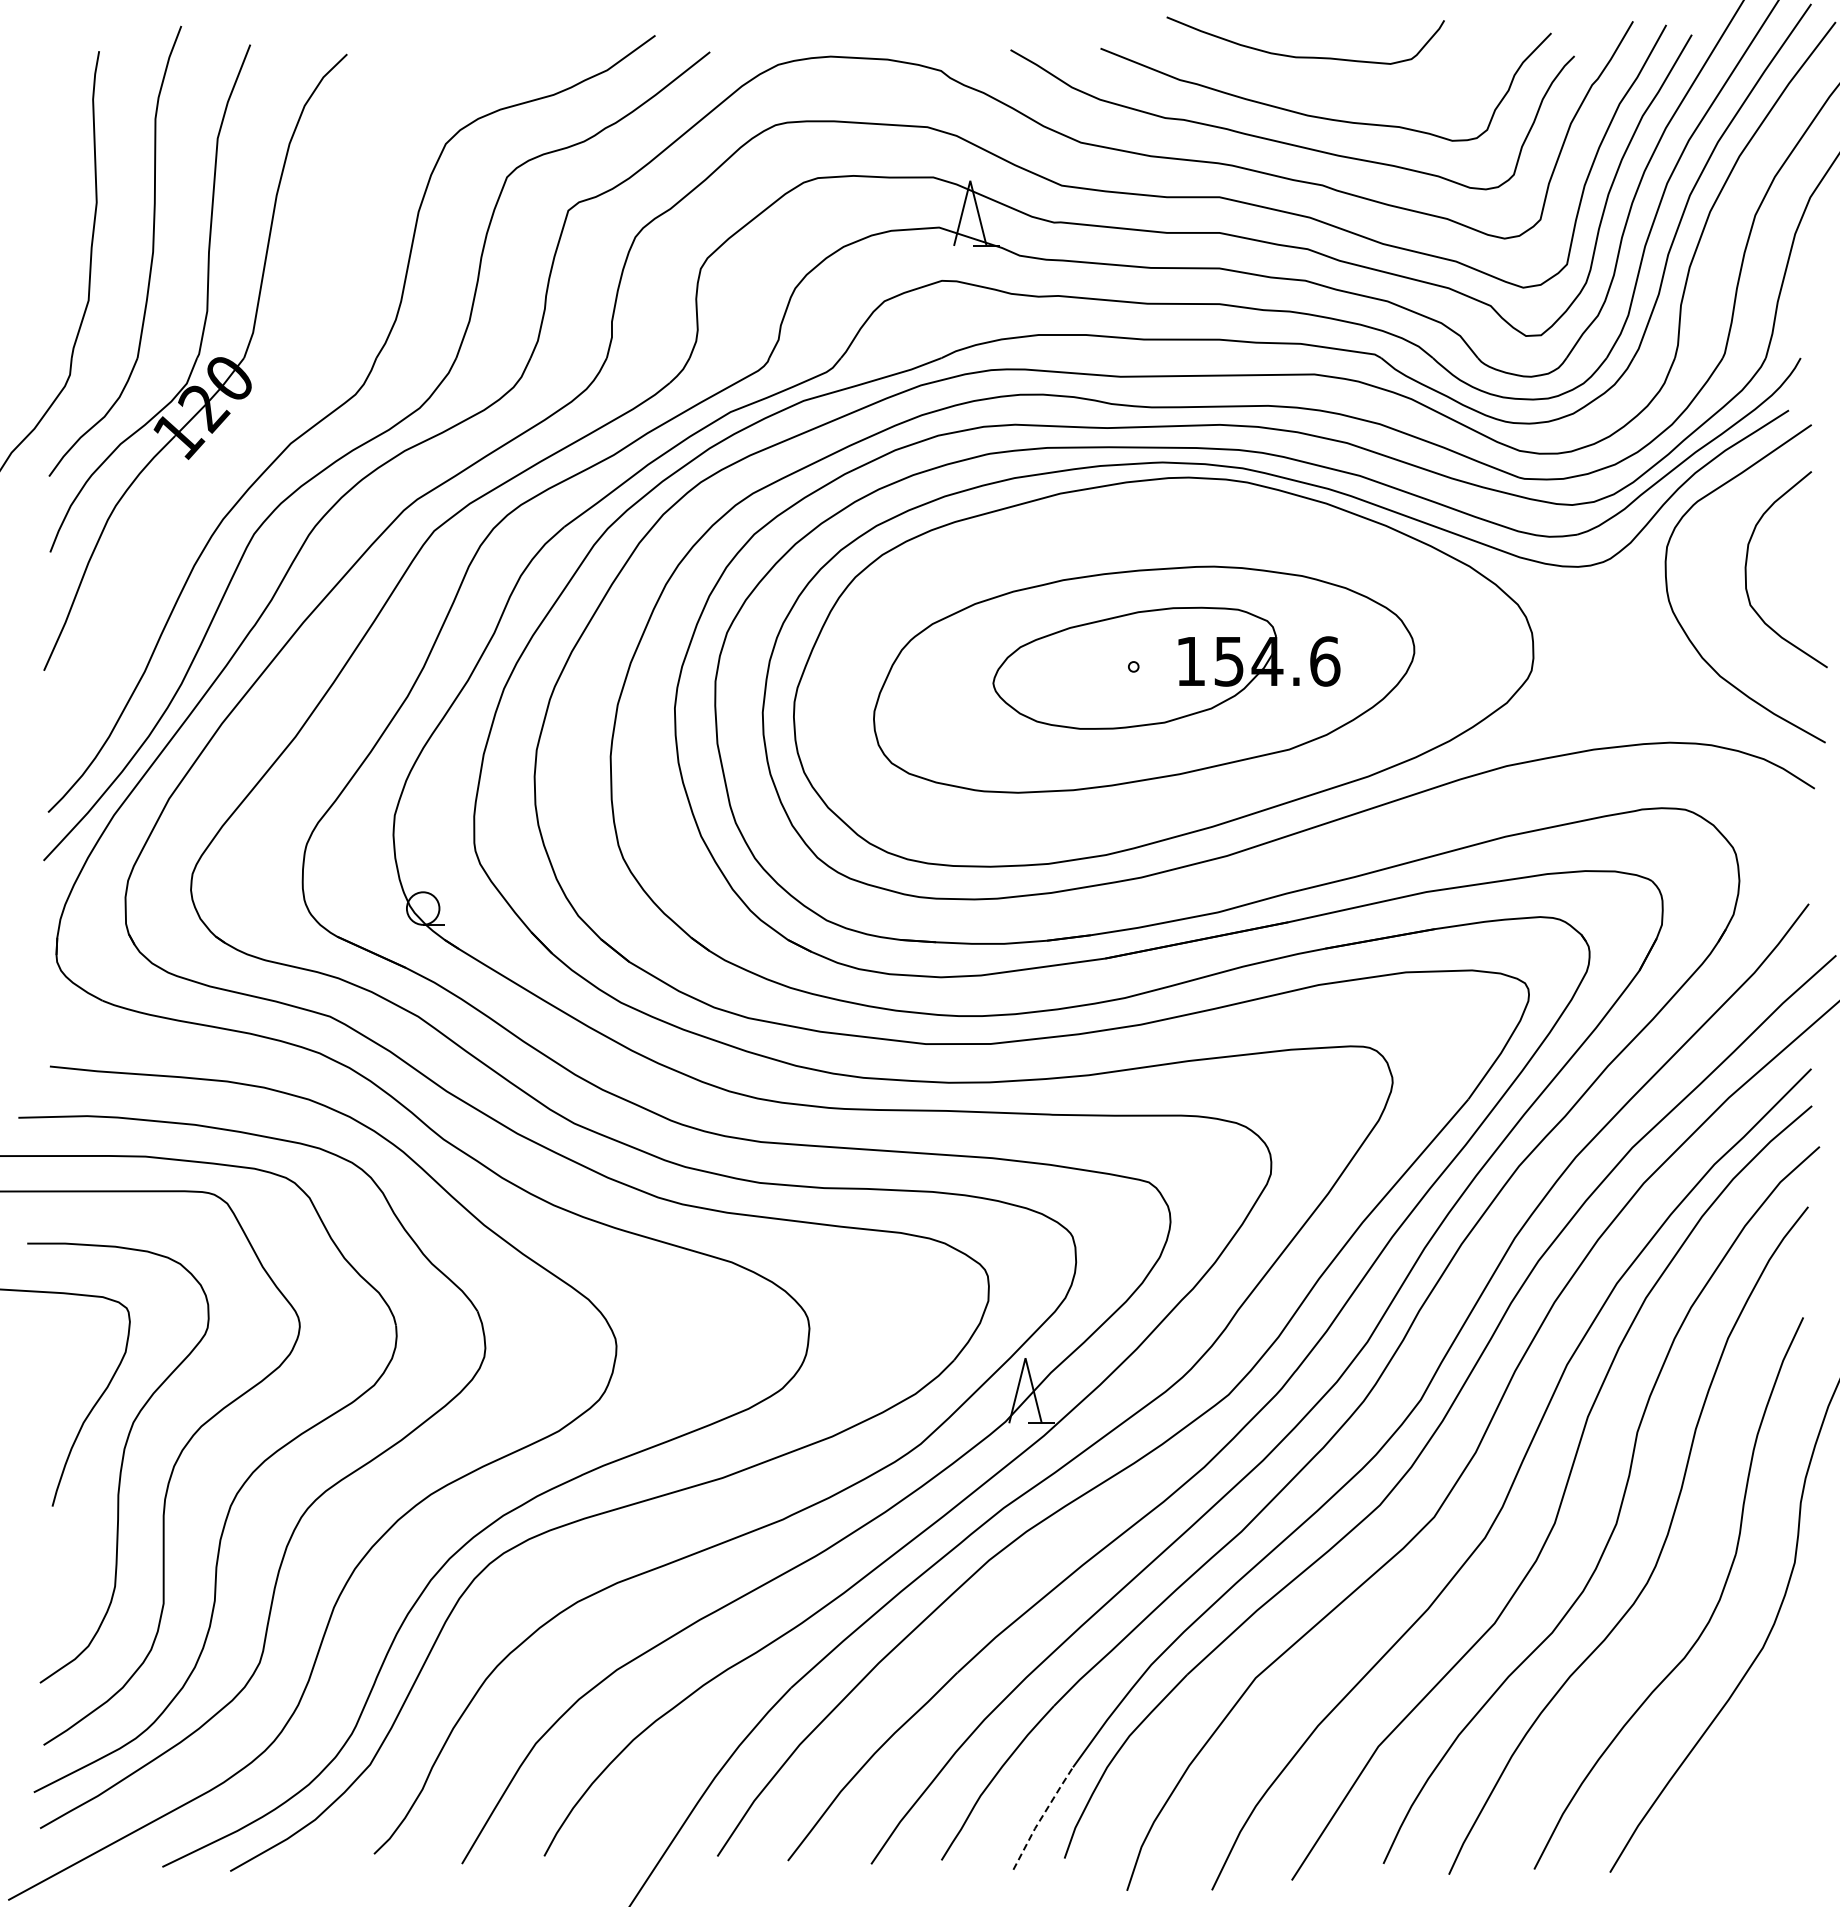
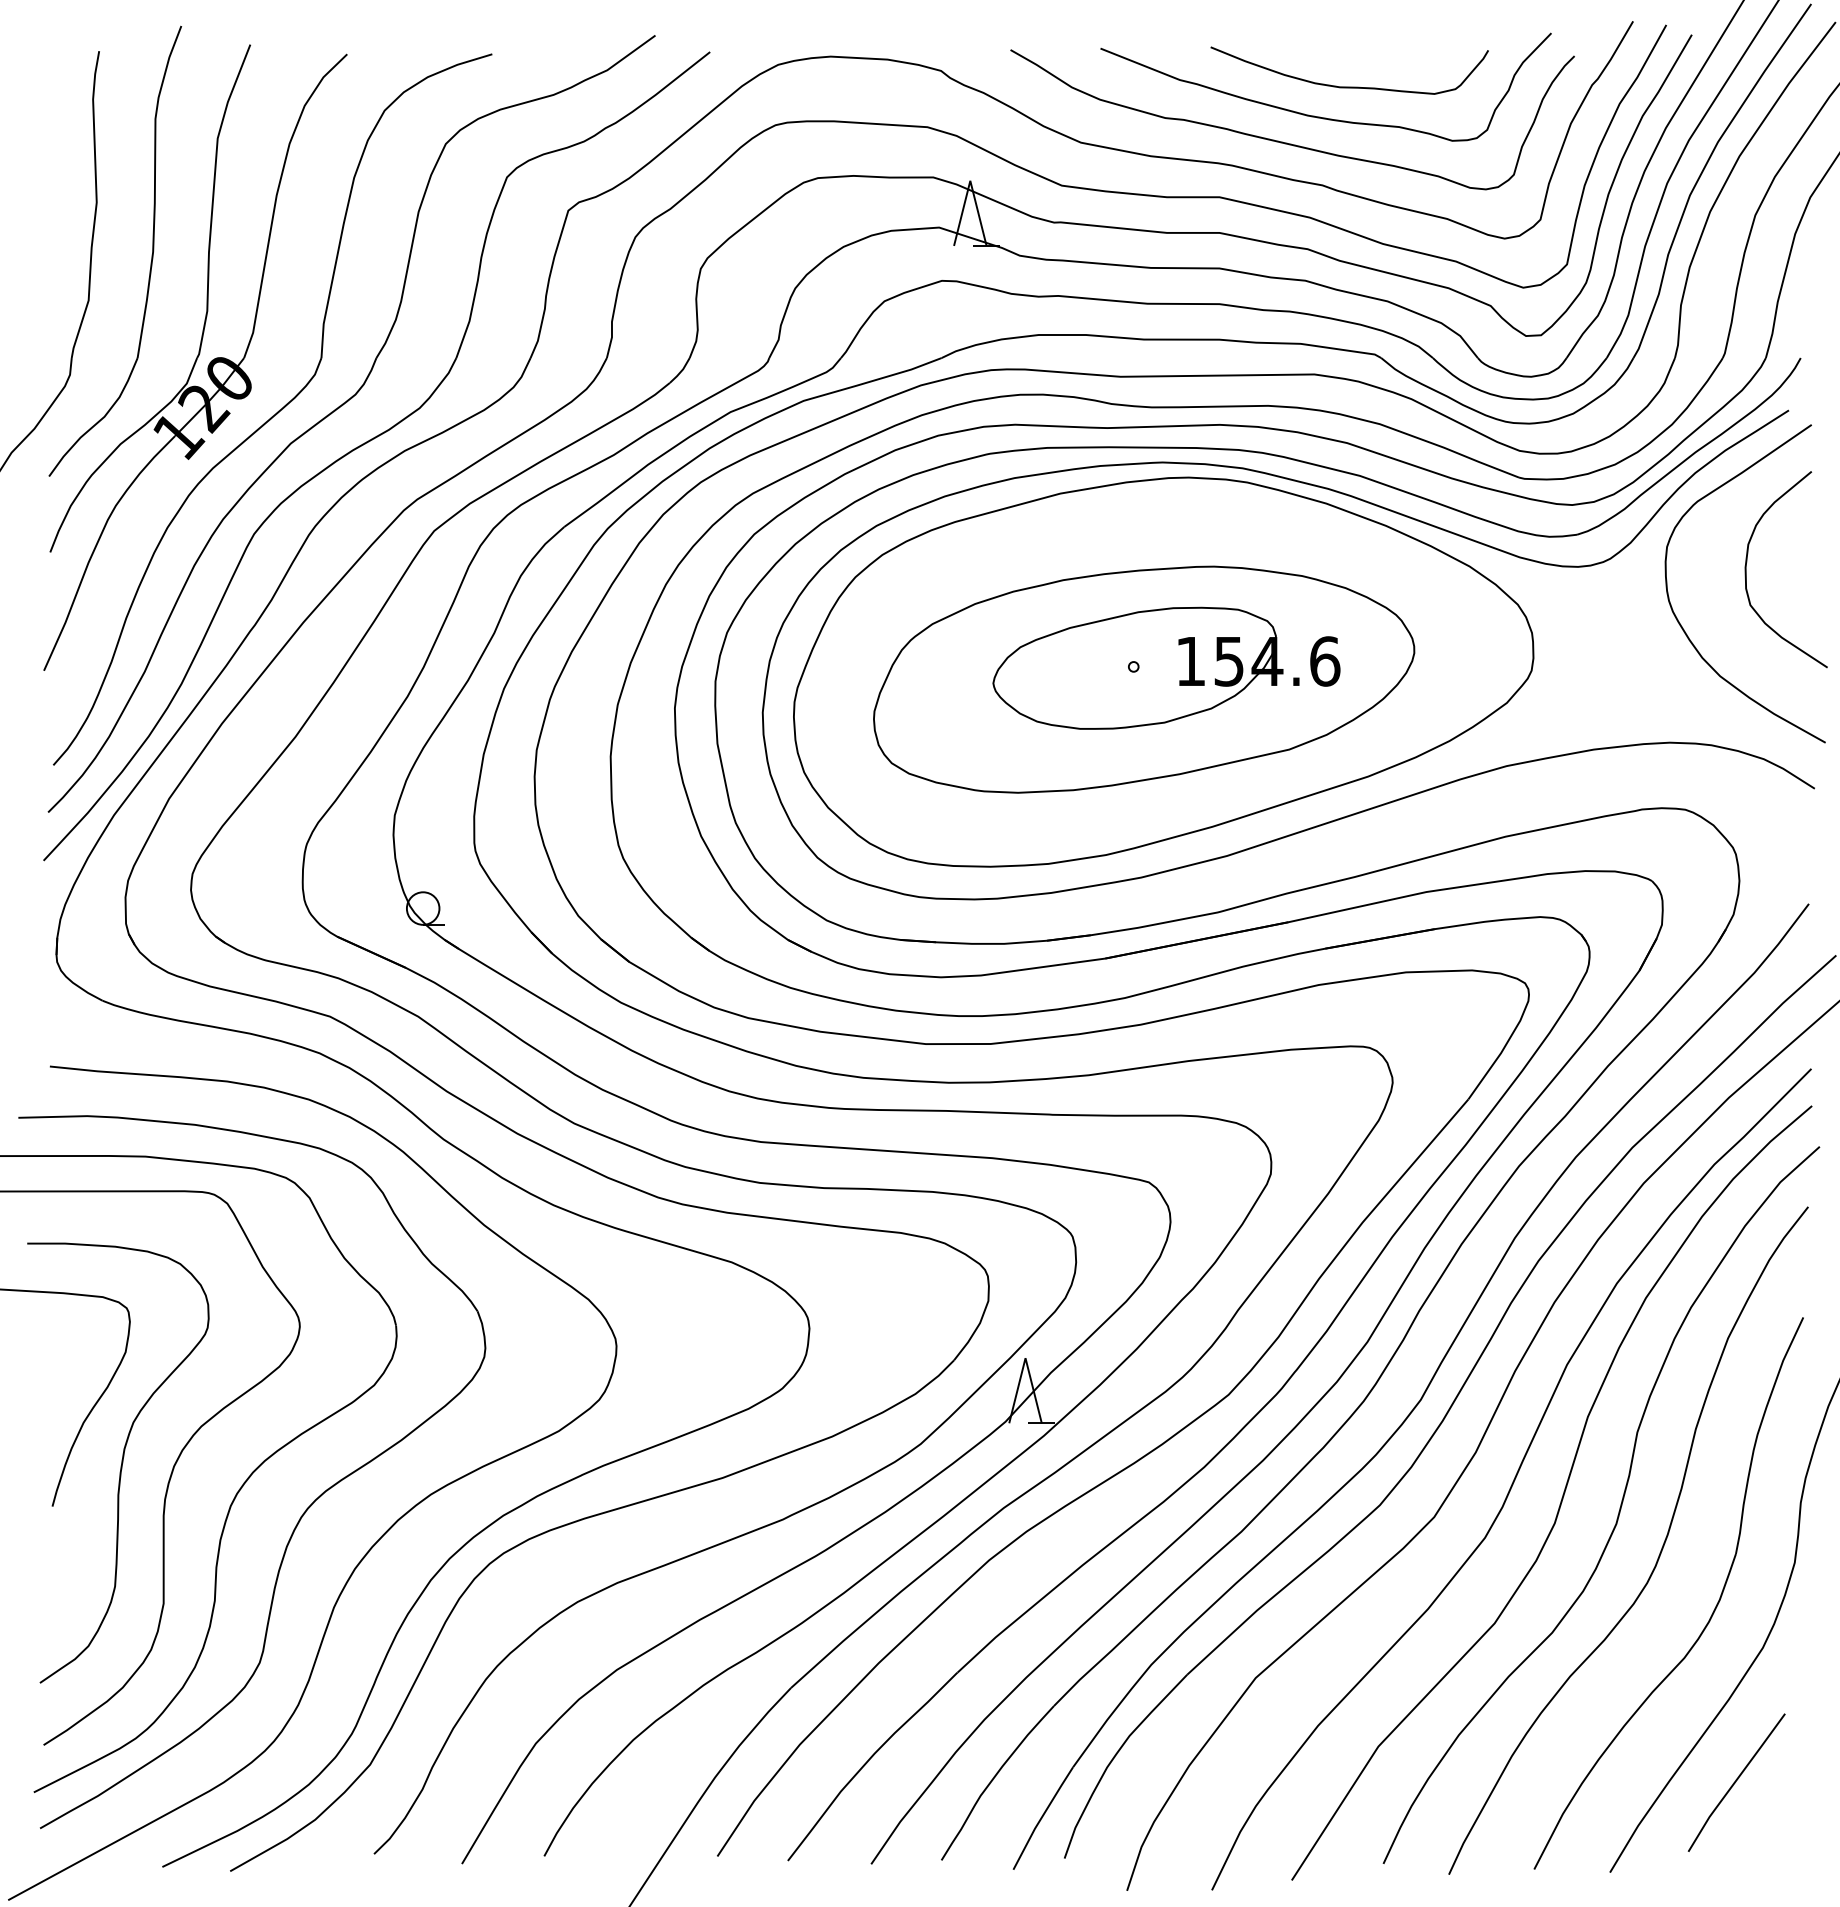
curve at (1305, 56) position: (1305, 56) -> (1349, 86)
part at (272, 409): none -> present
curve at (1736, 1782): none -> present
line at (1041, 1817): dashed -> solid
